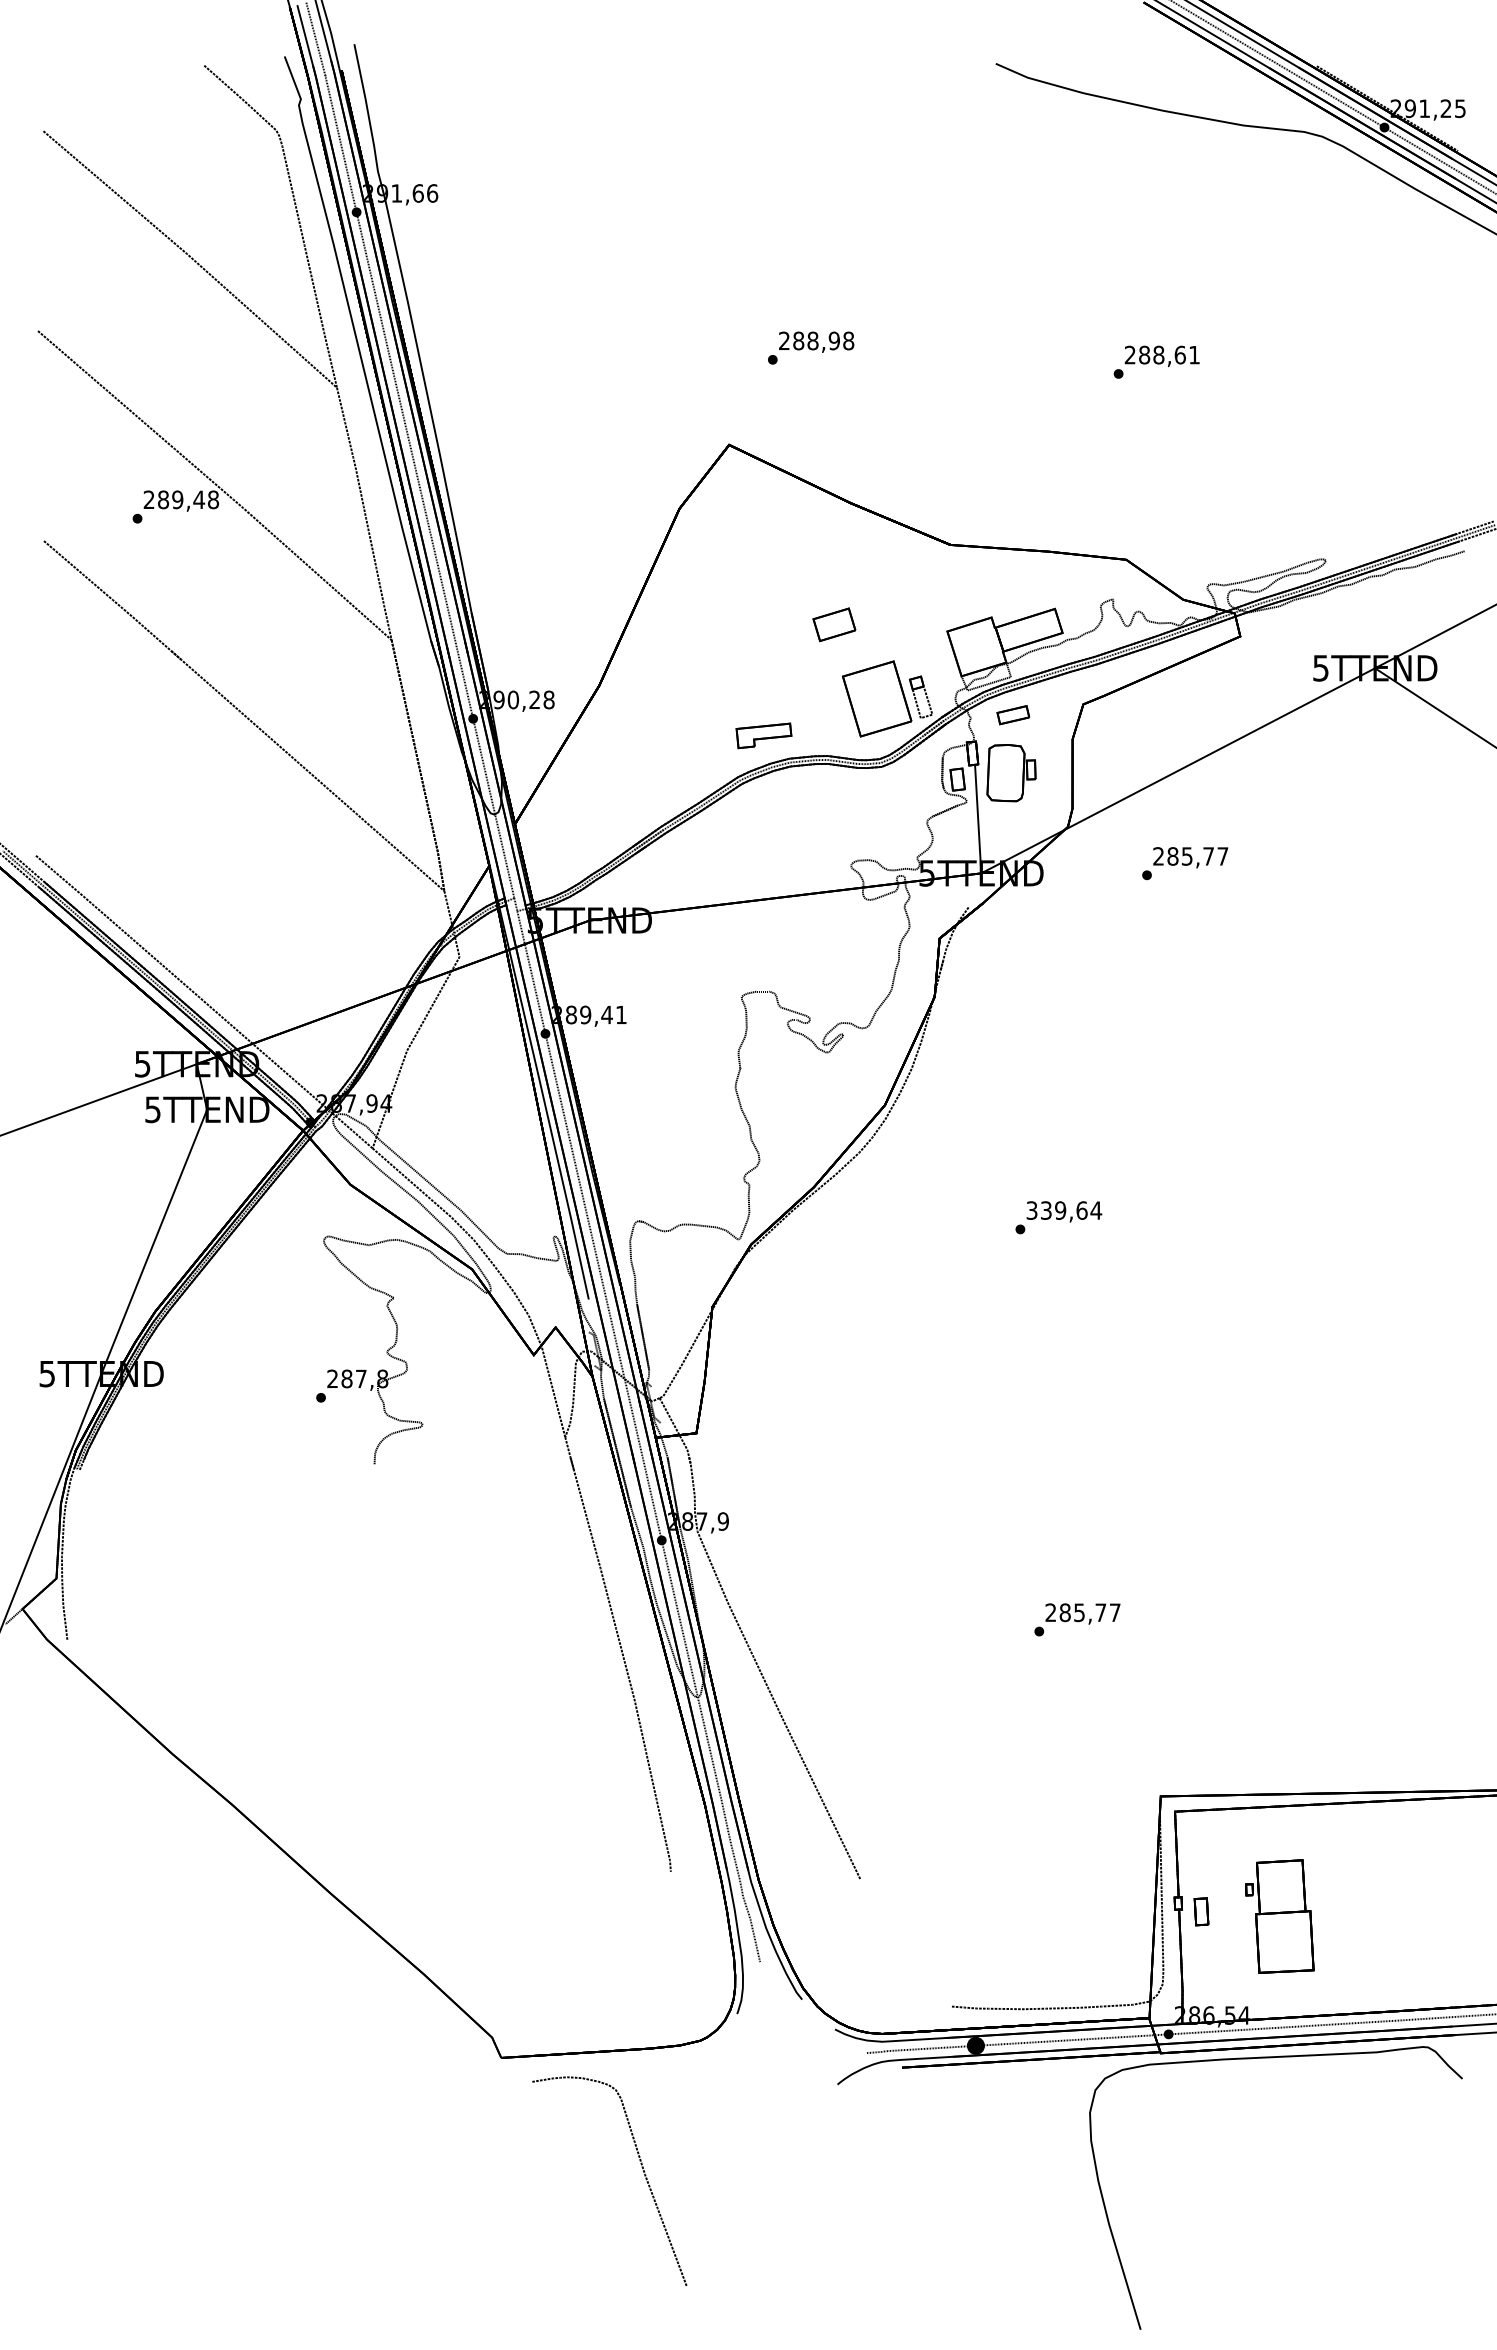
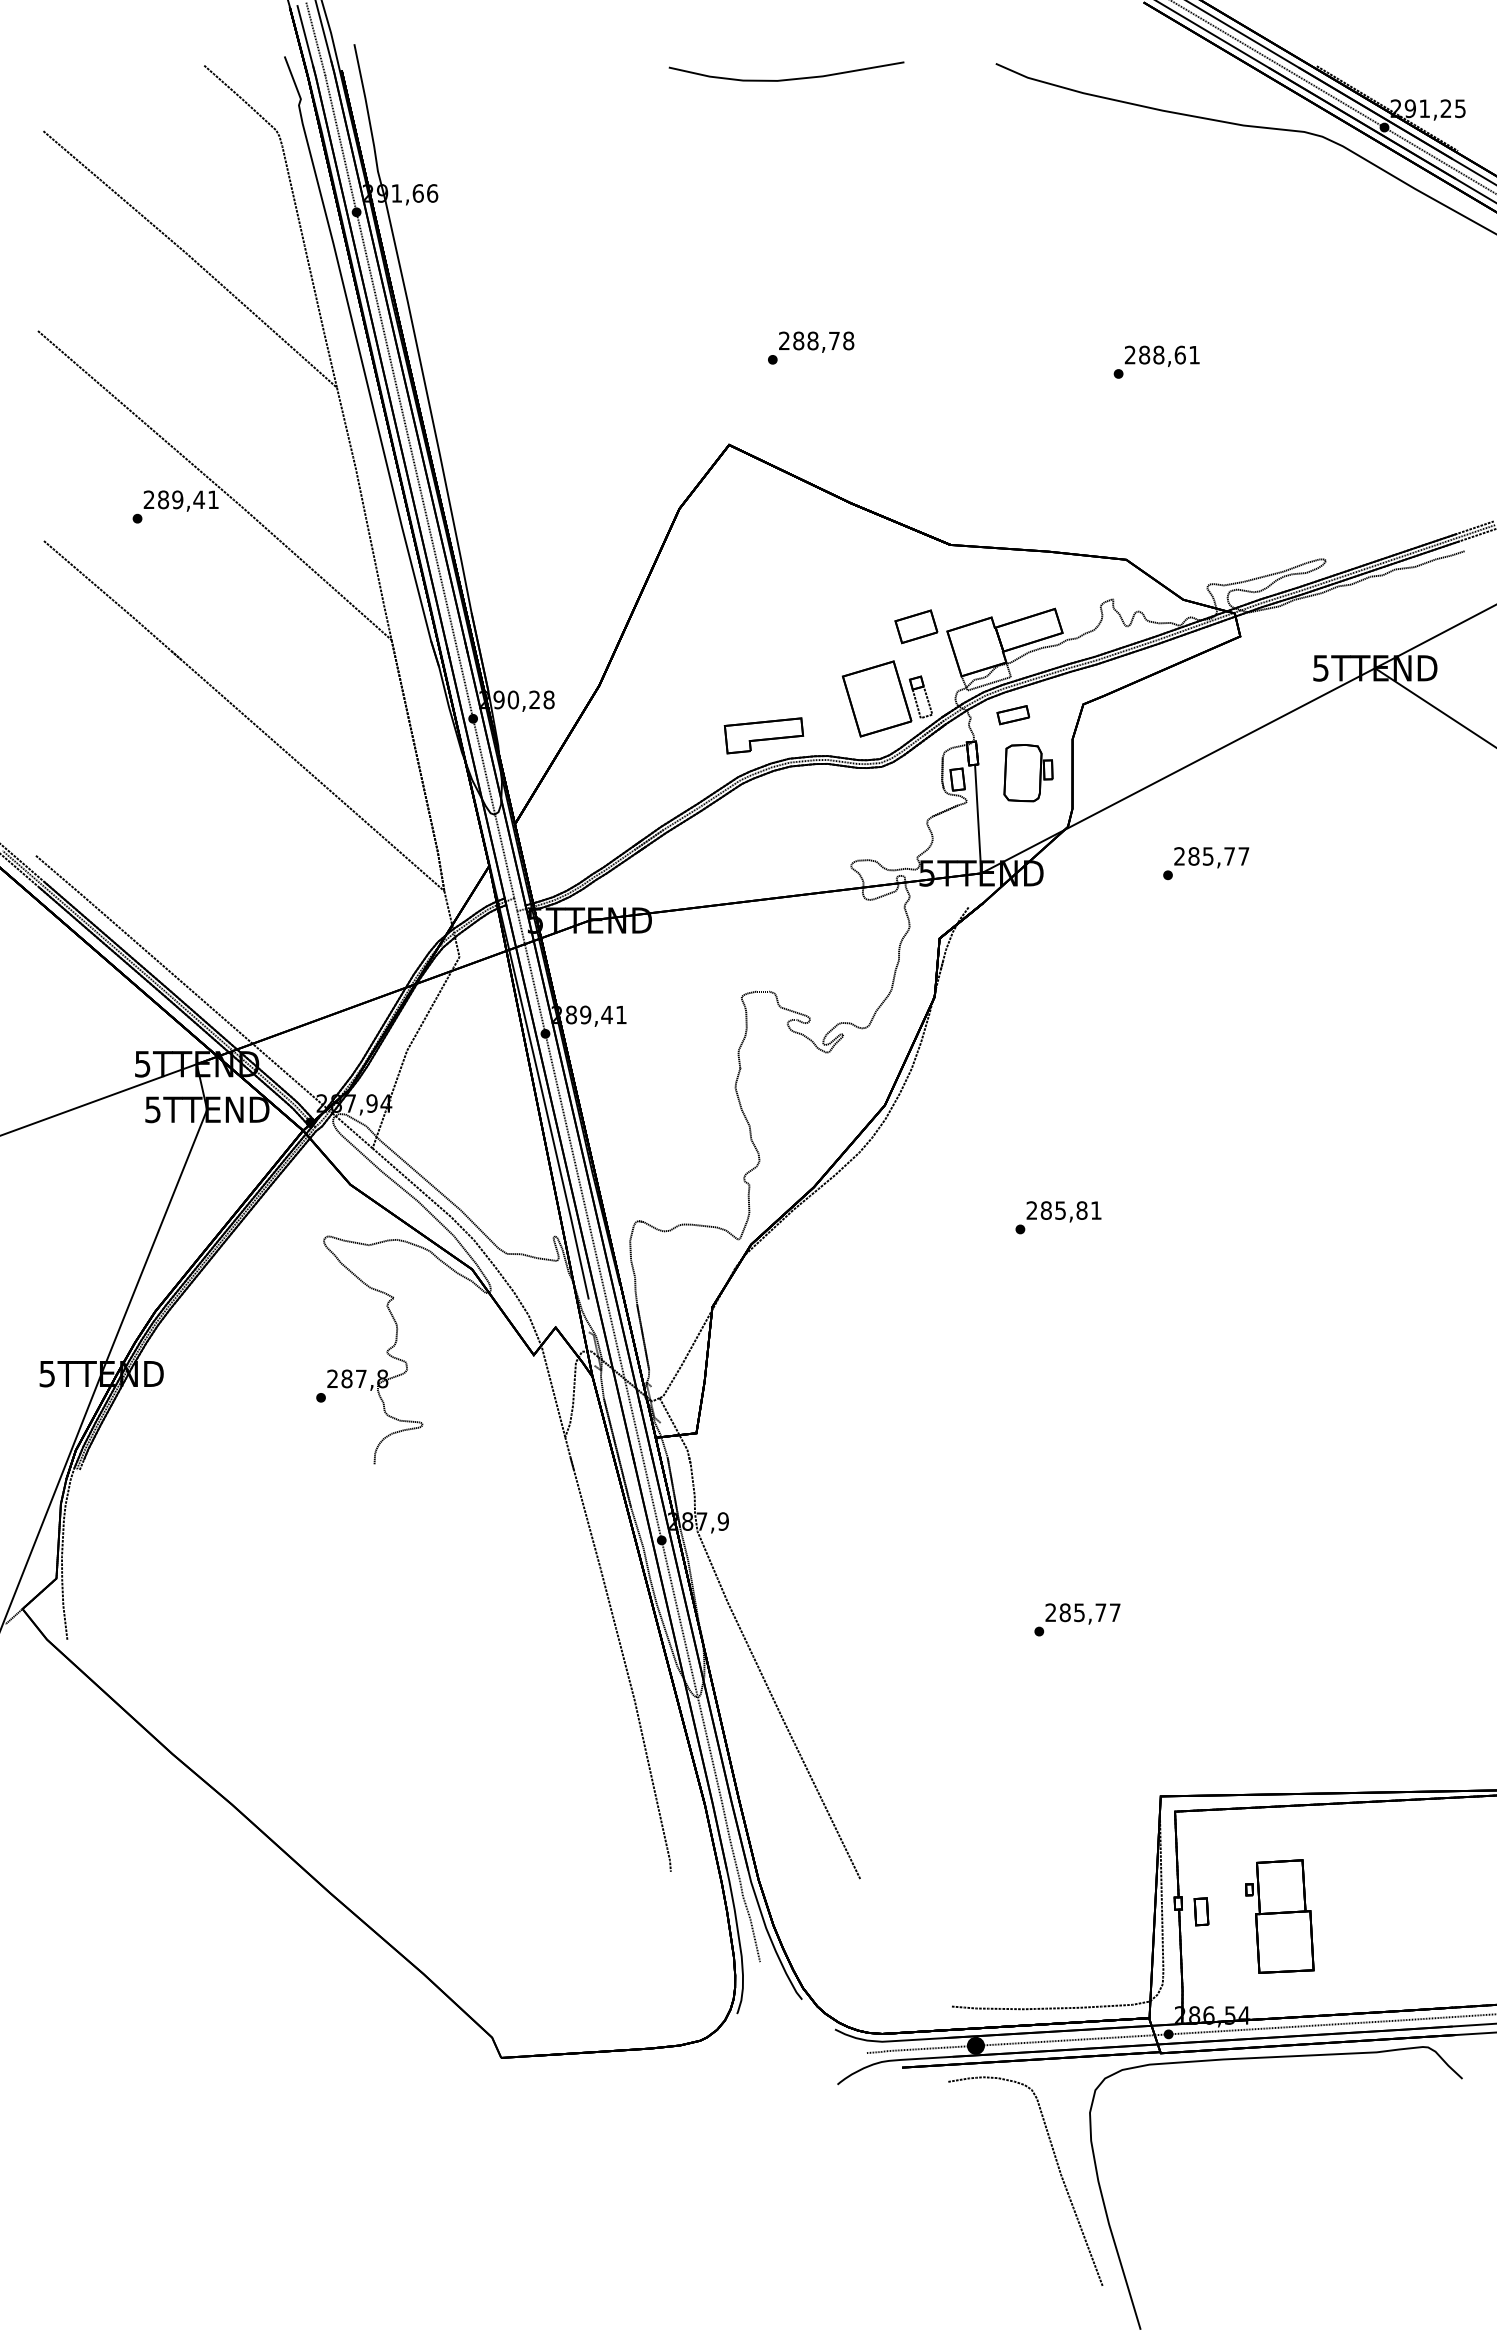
curve at (788, 78): none -> present
text at (833, 340): 288,98 -> 288,78
text at (213, 499): 289,48 -> 289,41
part at (834, 624) position: (834, 624) -> (916, 626)
part at (763, 735) size: 58x28 px -> 82x38 px
part at (1011, 773) position: (1011, 773) -> (1028, 773)
text at (1185, 863) position: (1185, 863) -> (1206, 863)
text at (1064, 1210): 339,64 -> 285,81
curve at (641, 2167) position: (641, 2167) -> (1057, 2167)
